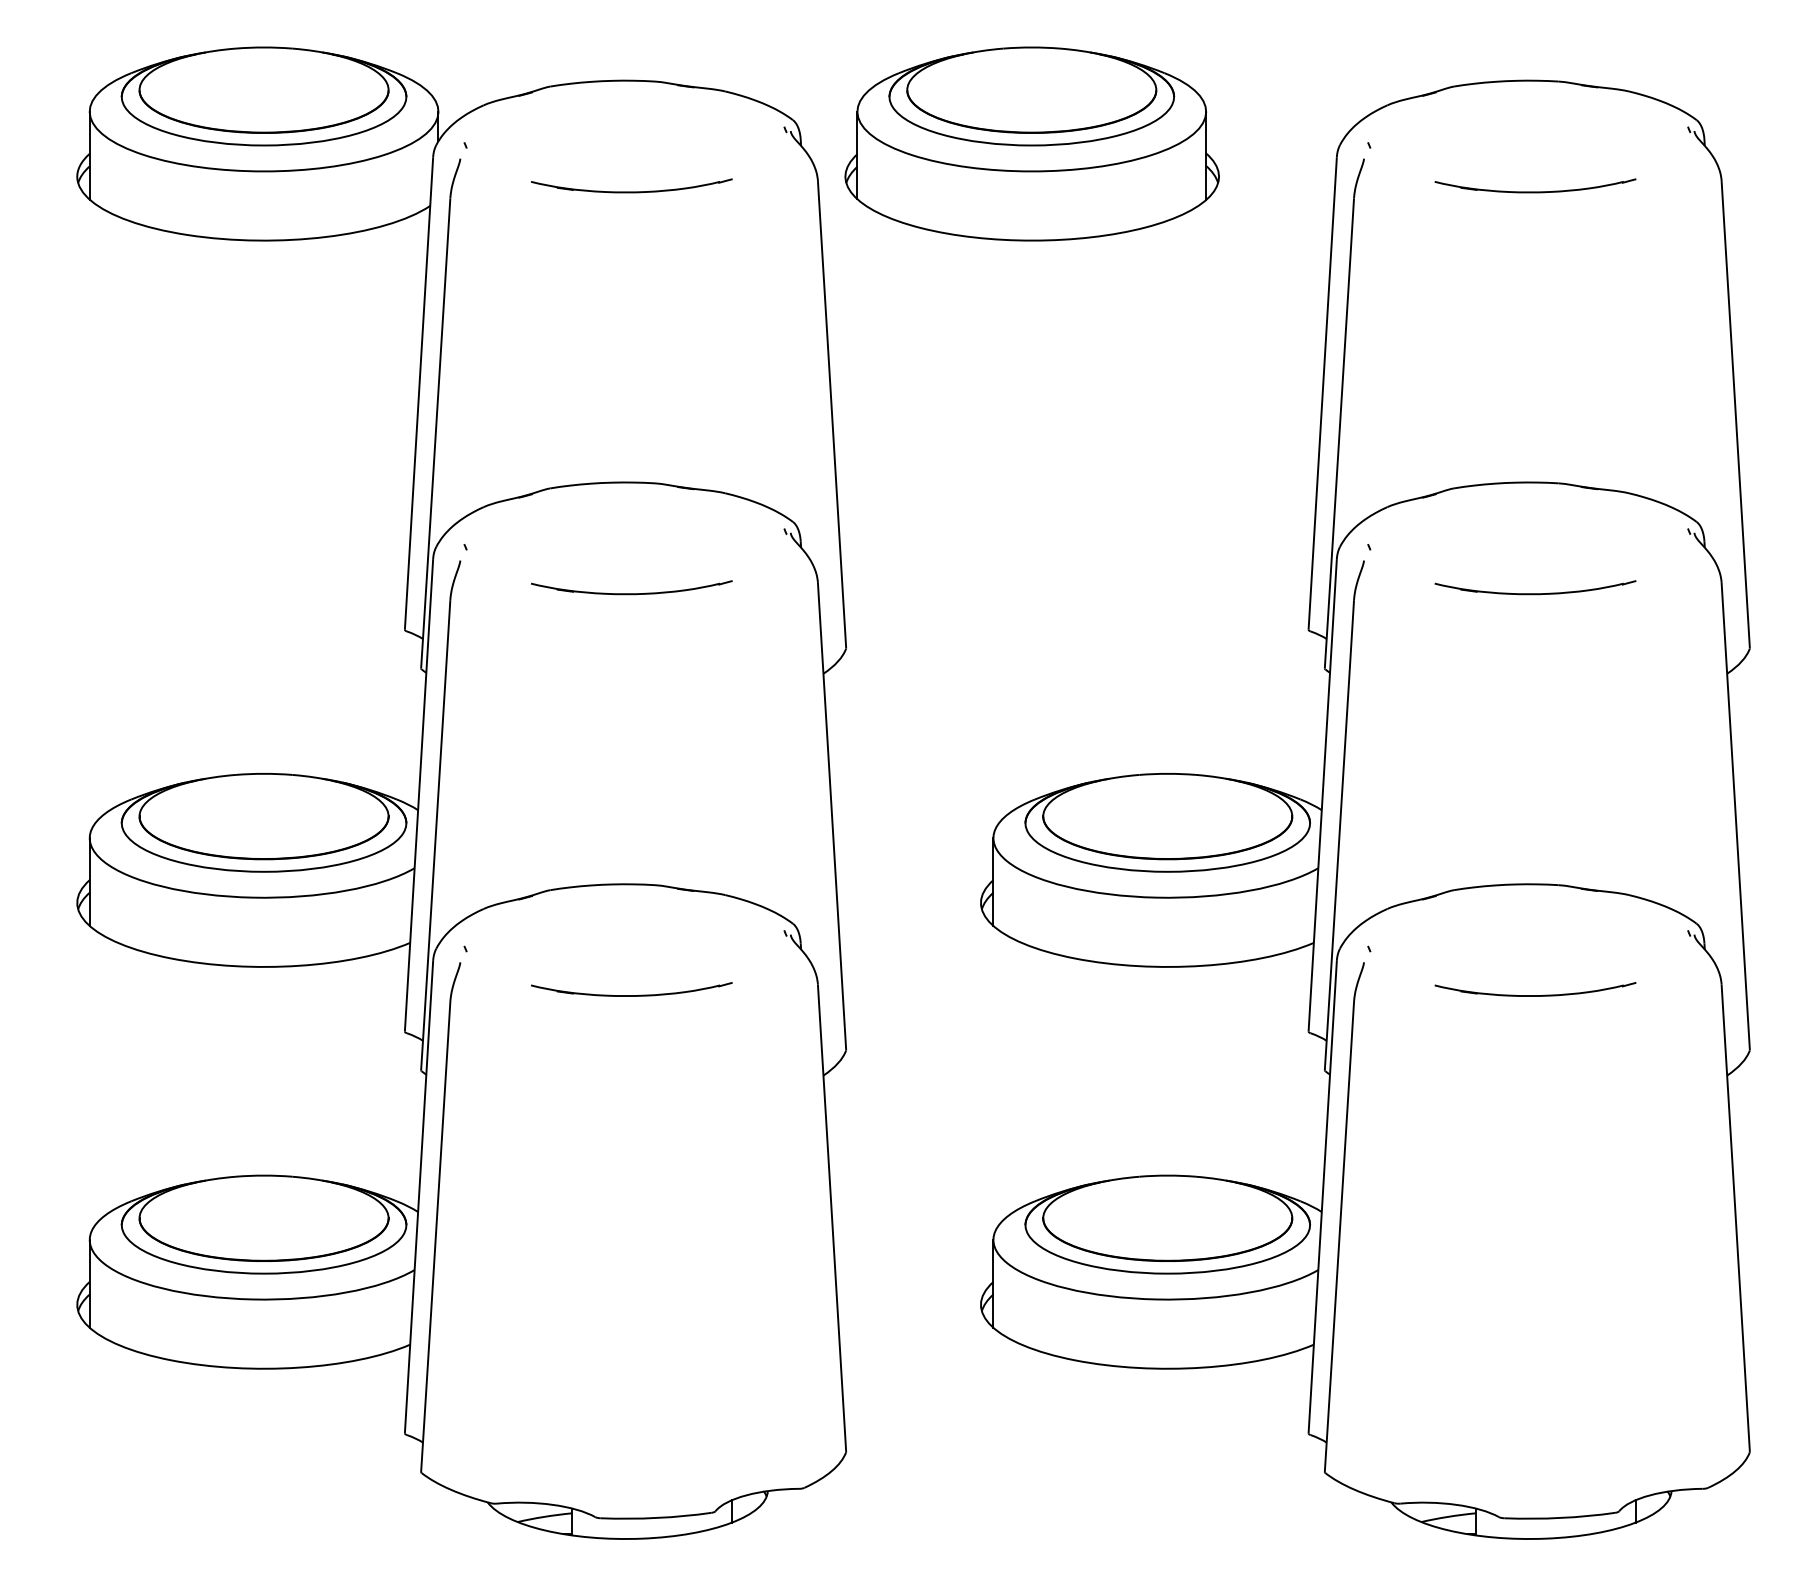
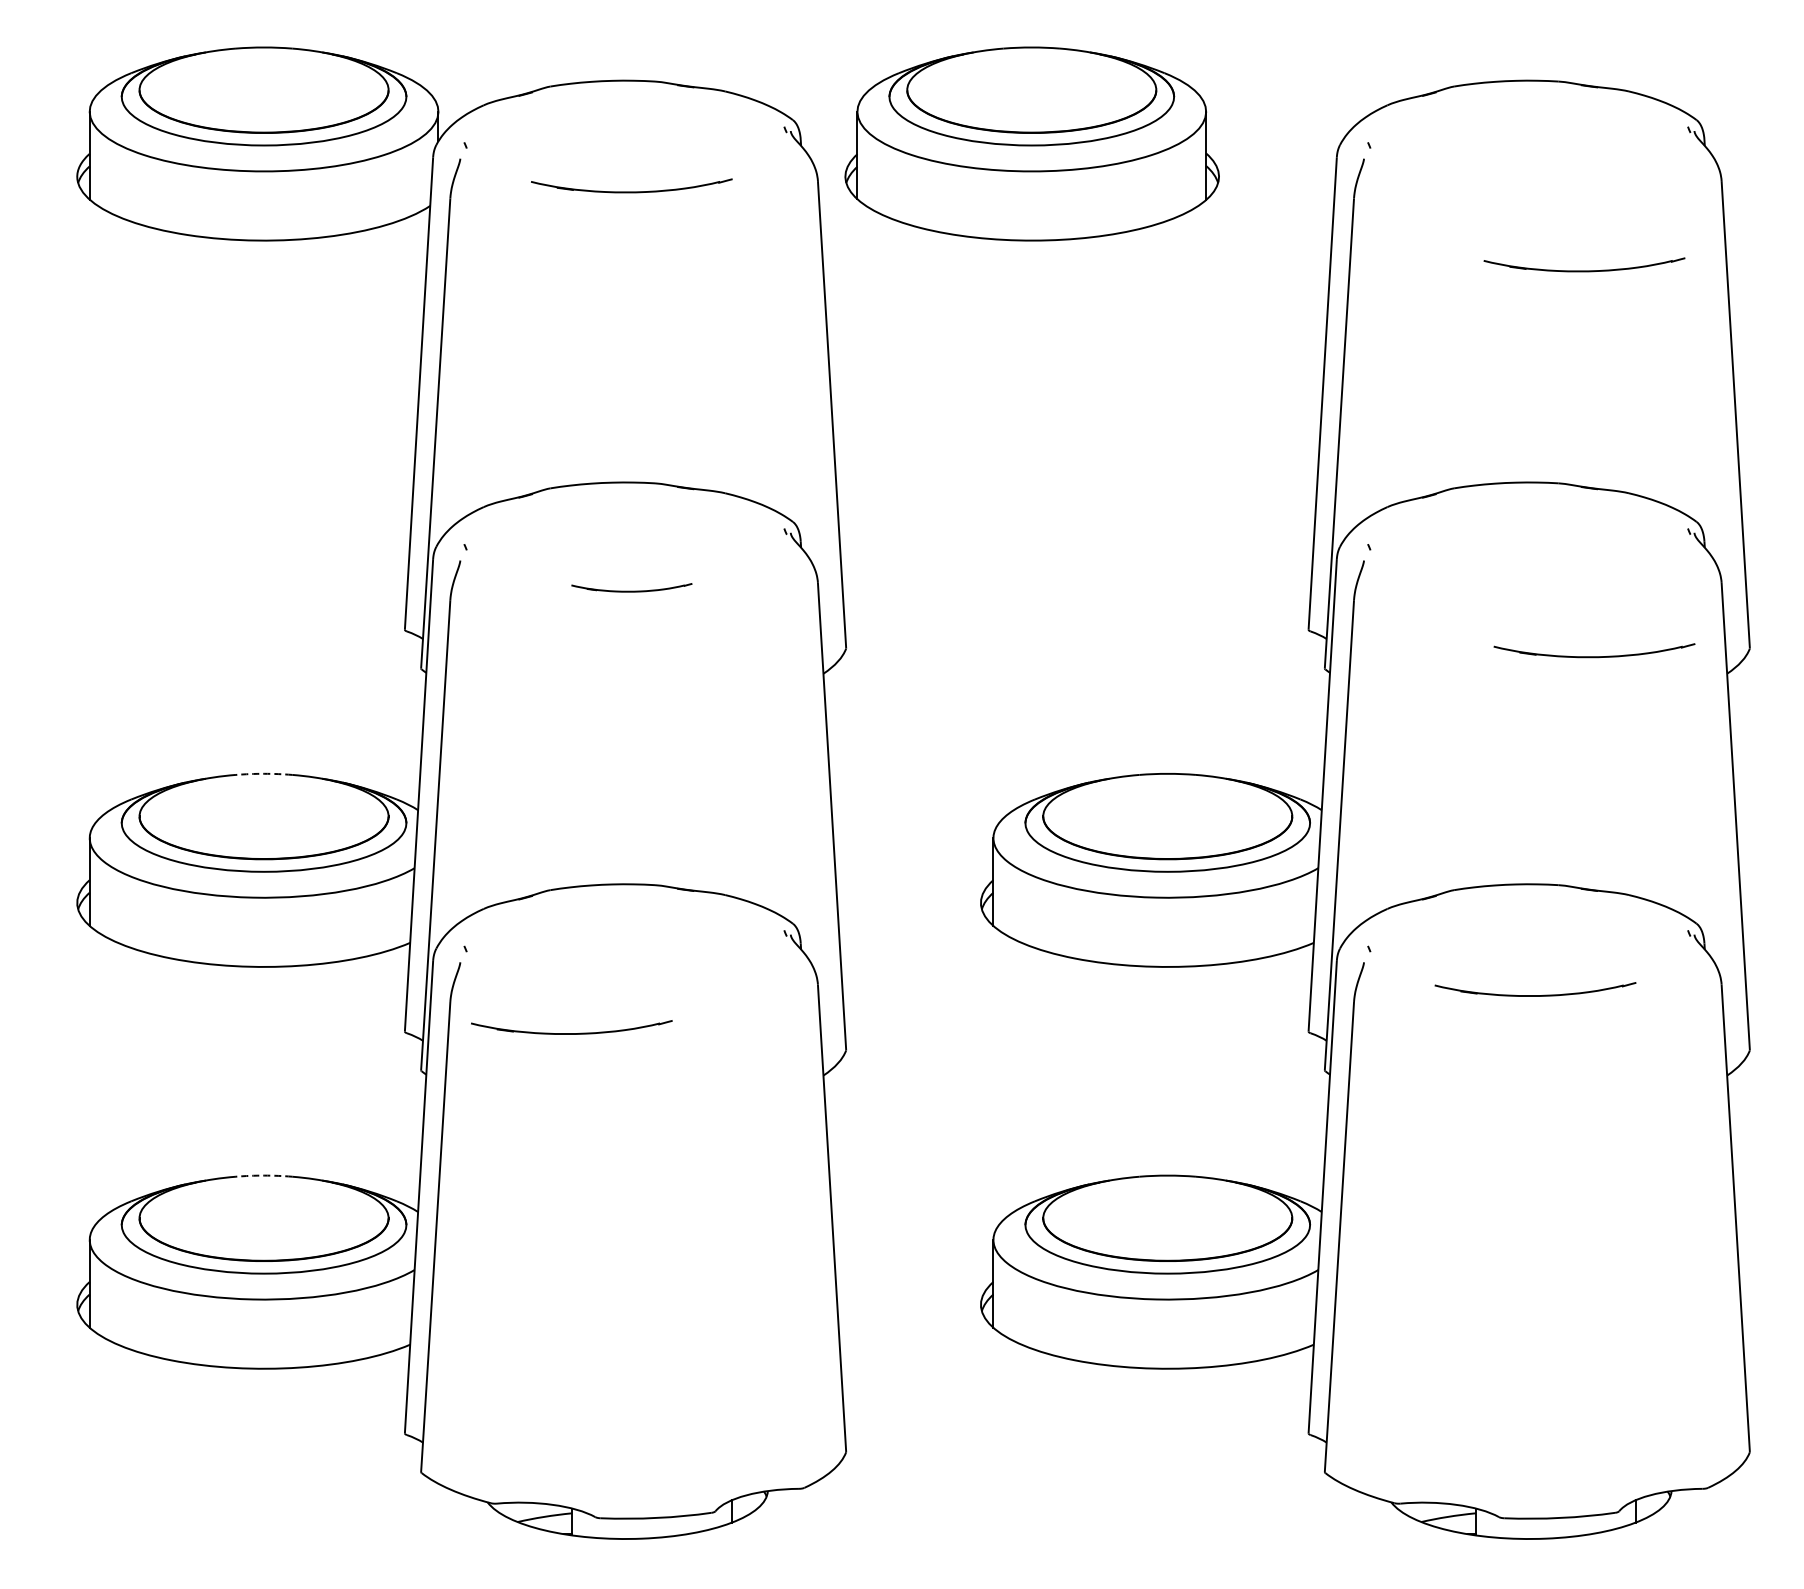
part at (1535, 185) position: (1535, 185) -> (1584, 264)
part at (631, 587) size: 202x16 px -> 122x10 px
part at (1535, 587) position: (1535, 587) -> (1594, 650)
arc at (264, 773): solid -> dashed
part at (631, 989) position: (631, 989) -> (571, 1027)
arc at (264, 1175): solid -> dashed
